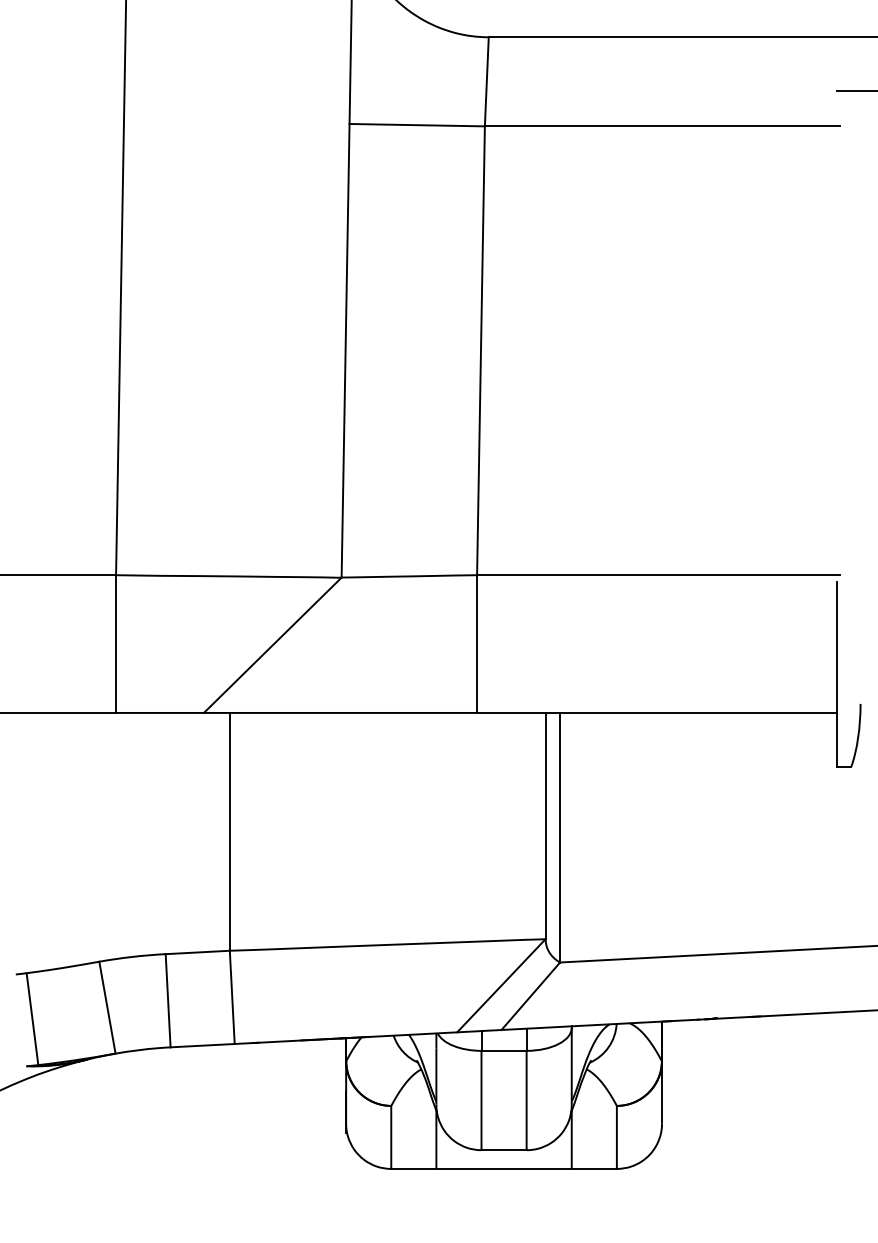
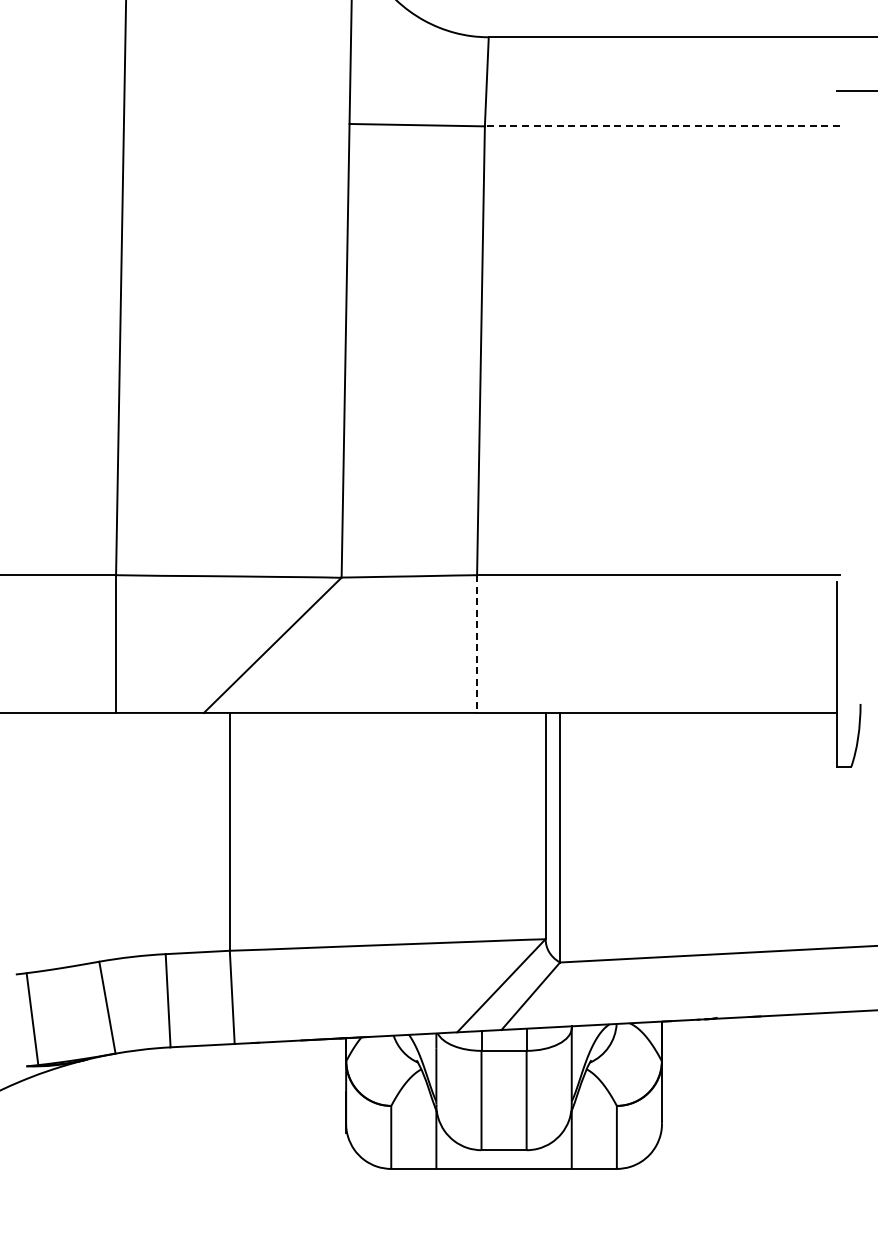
line at (661, 126): solid -> dashed
line at (477, 644): solid -> dashed
